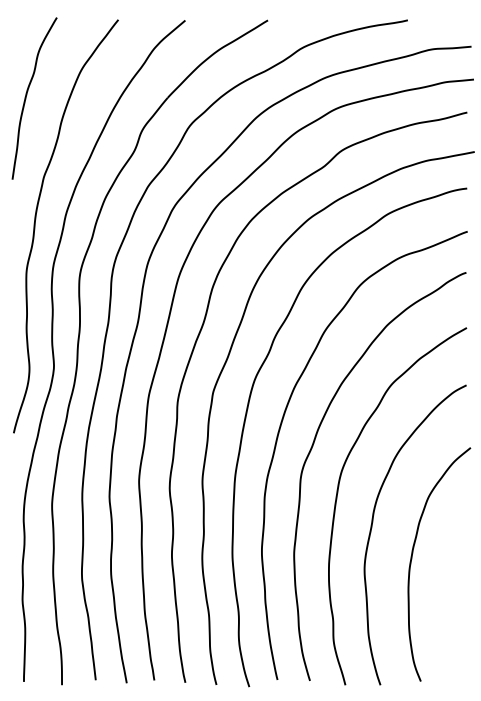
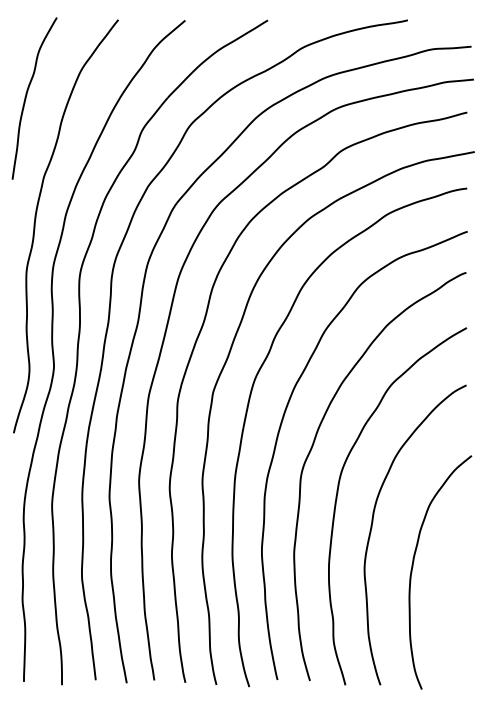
curve at (412, 559) position: (412, 559) -> (413, 567)
